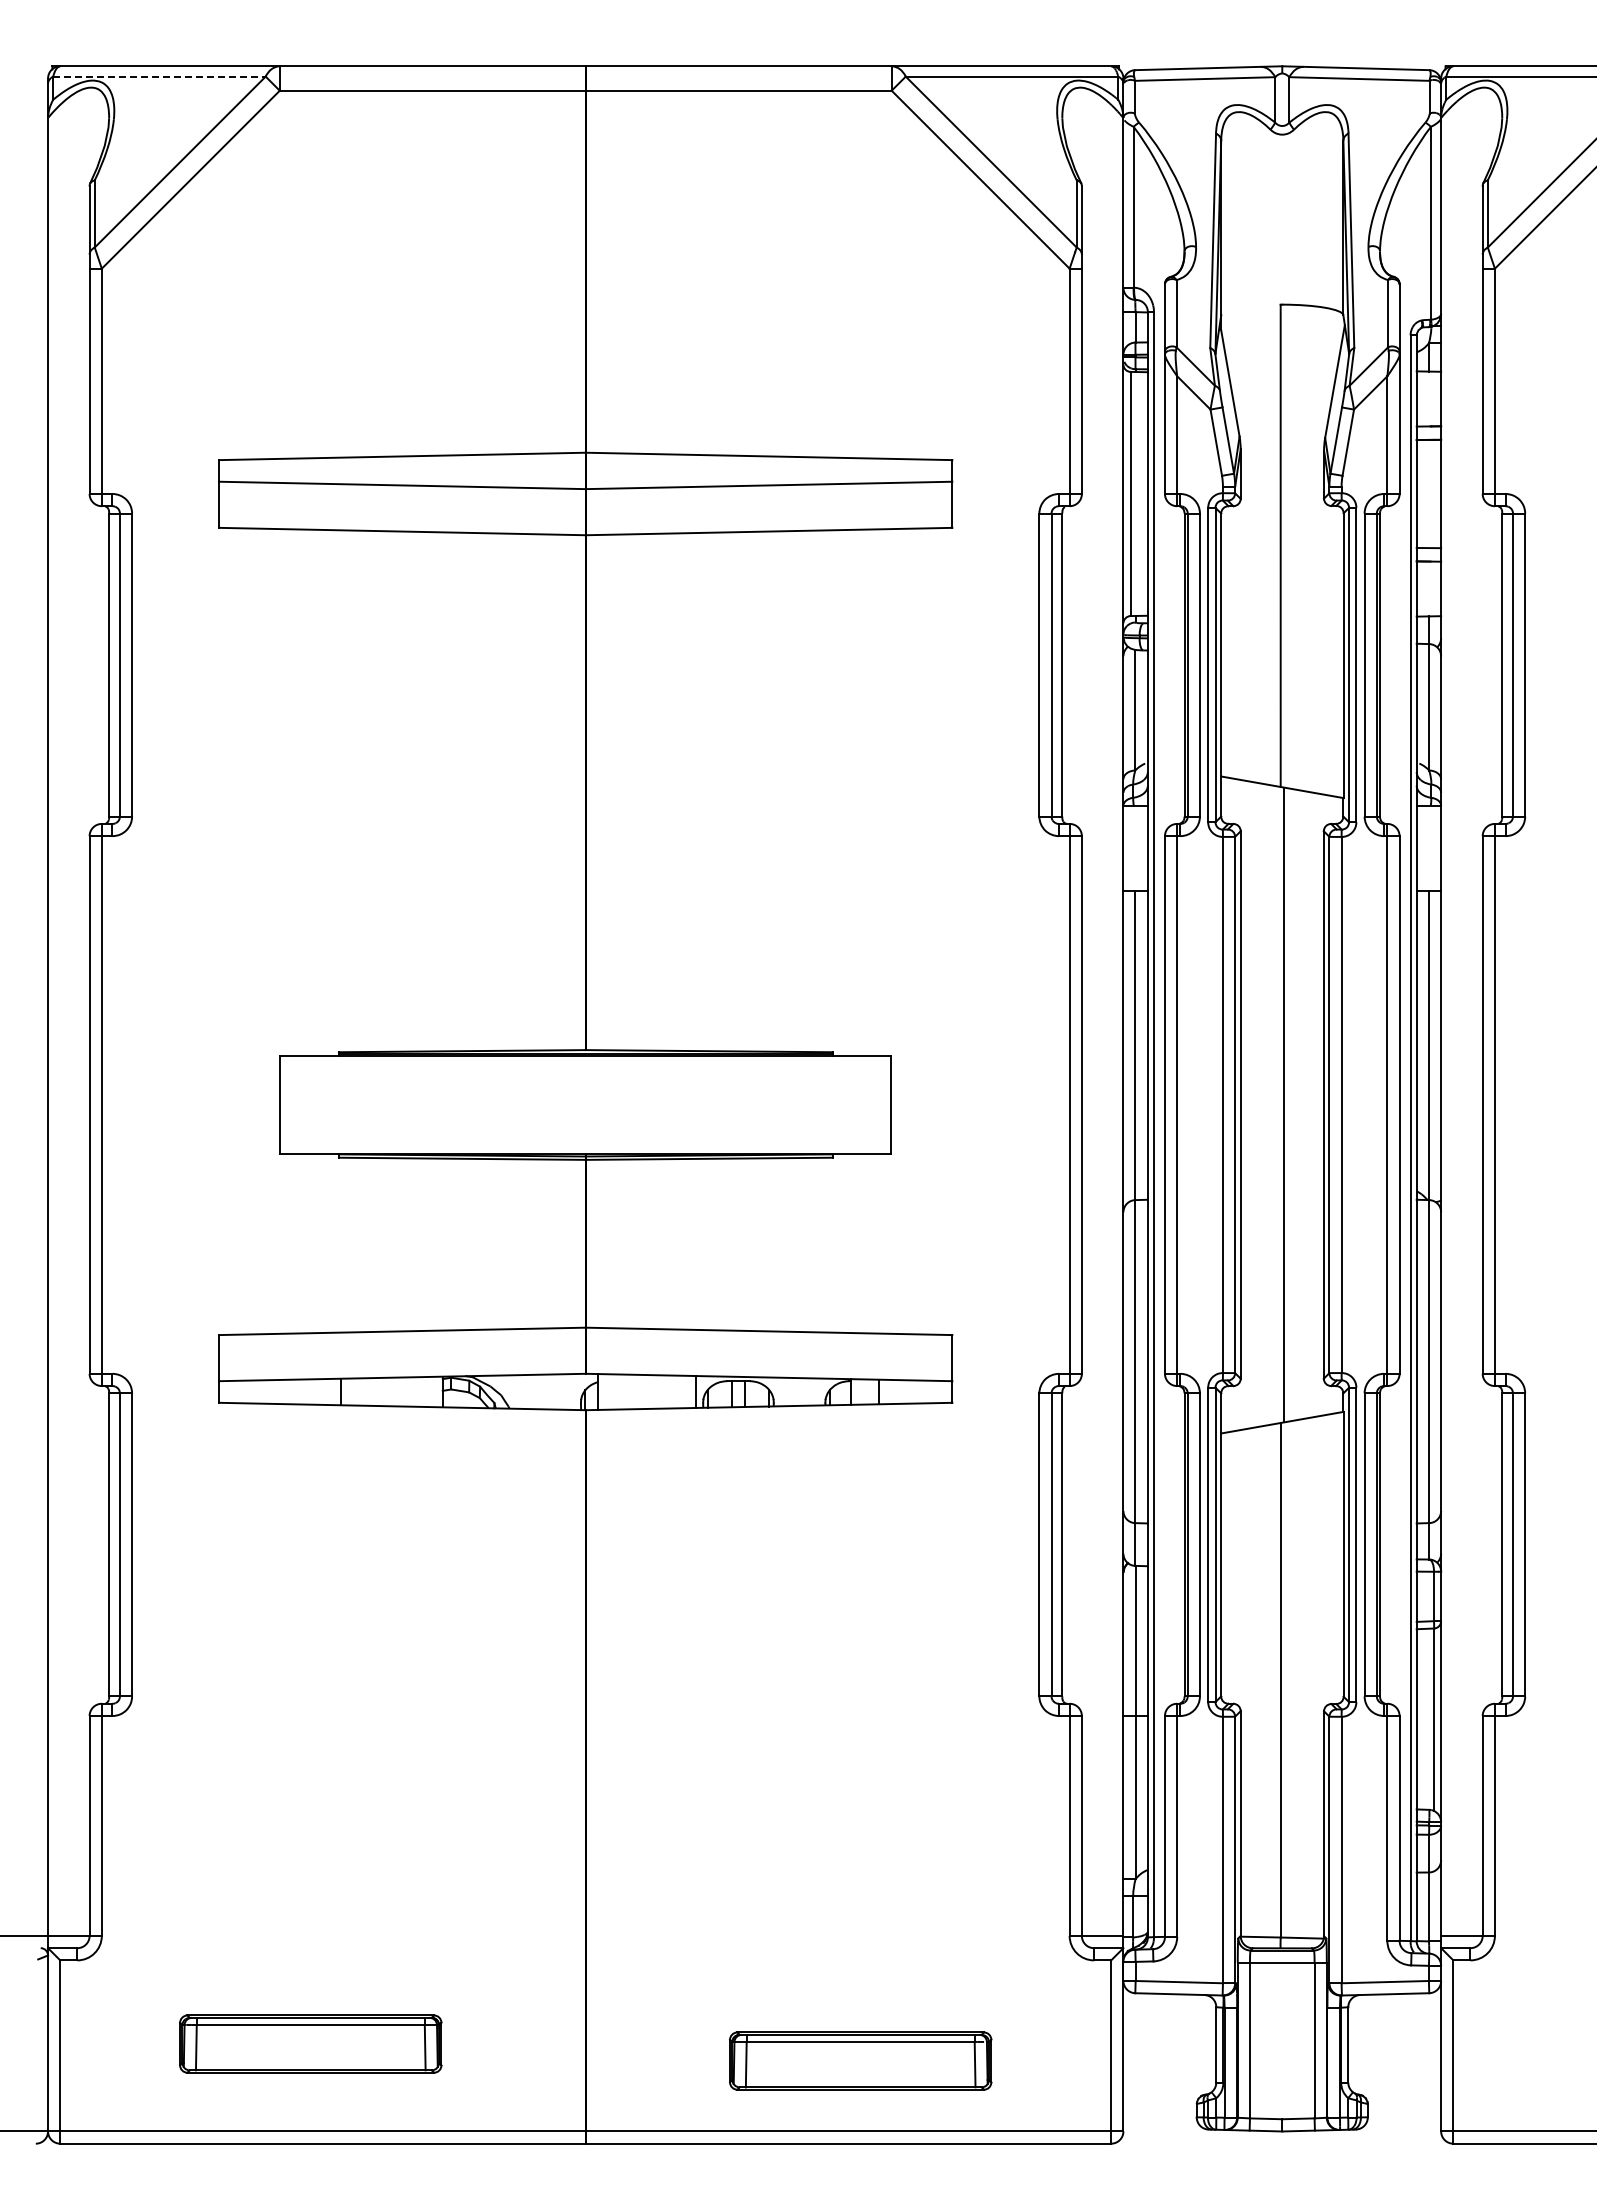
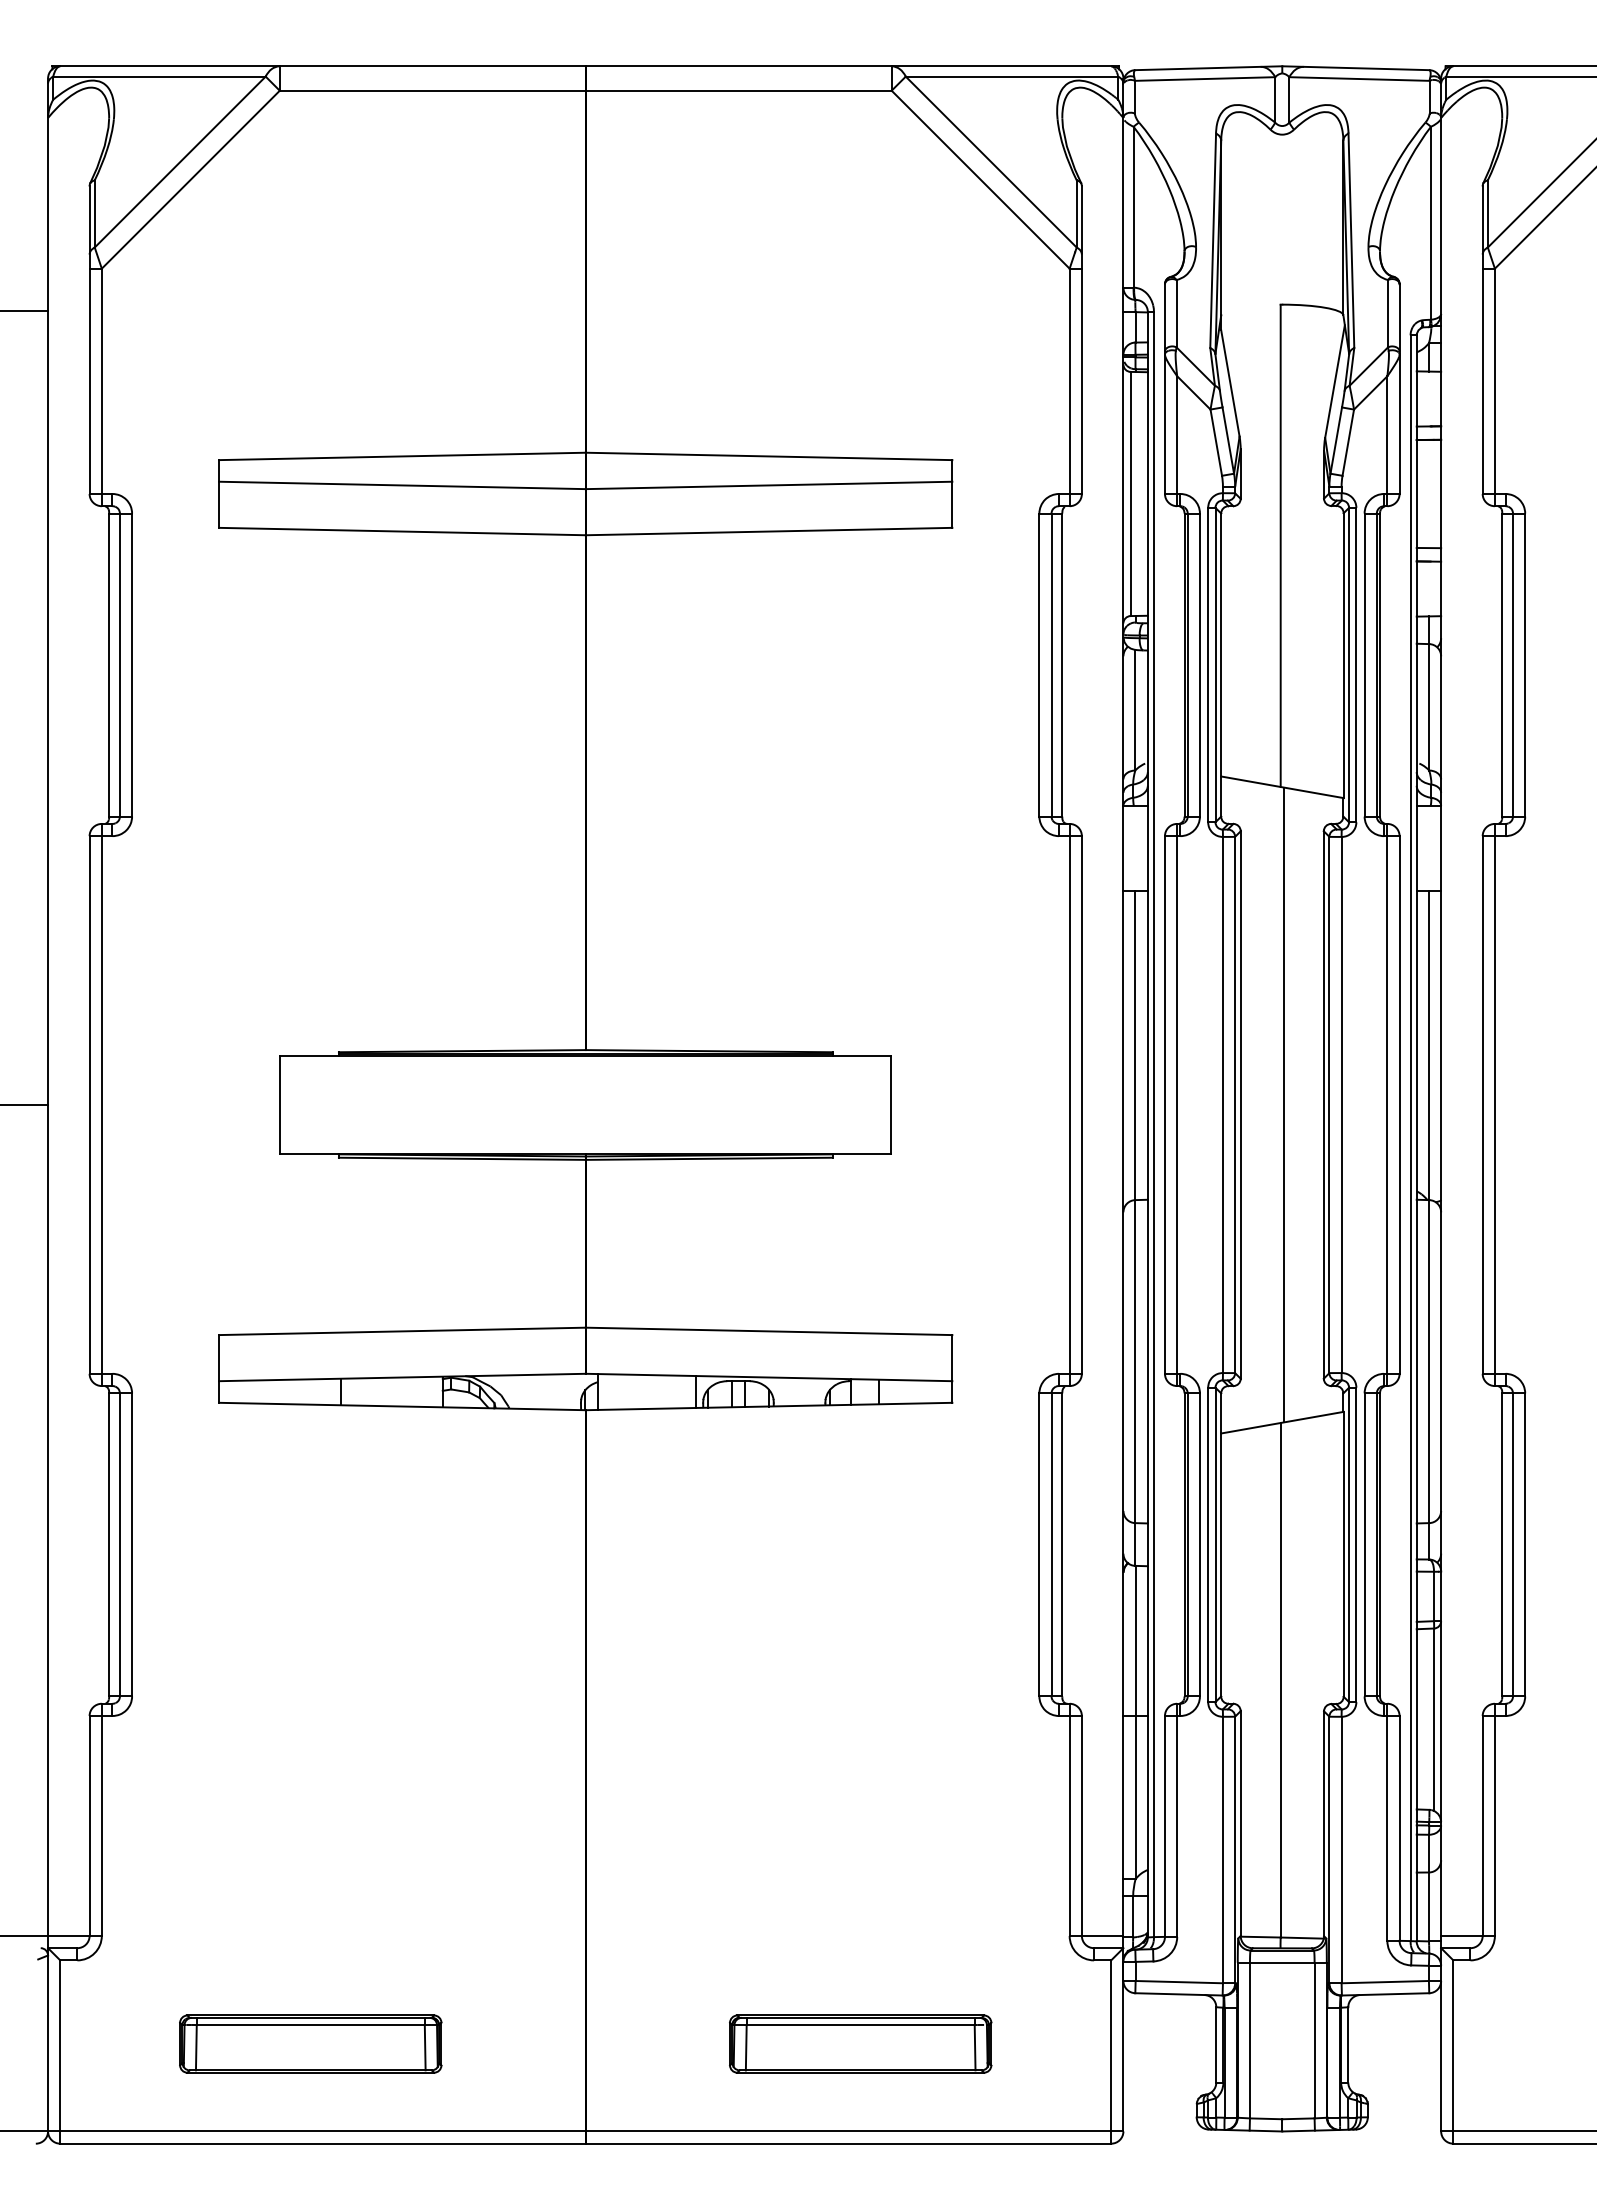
line at (159, 76): dashed -> solid
line at (25, 310): none -> present
line at (25, 1104): none -> present
part at (860, 2060) position: (860, 2060) -> (860, 2043)
